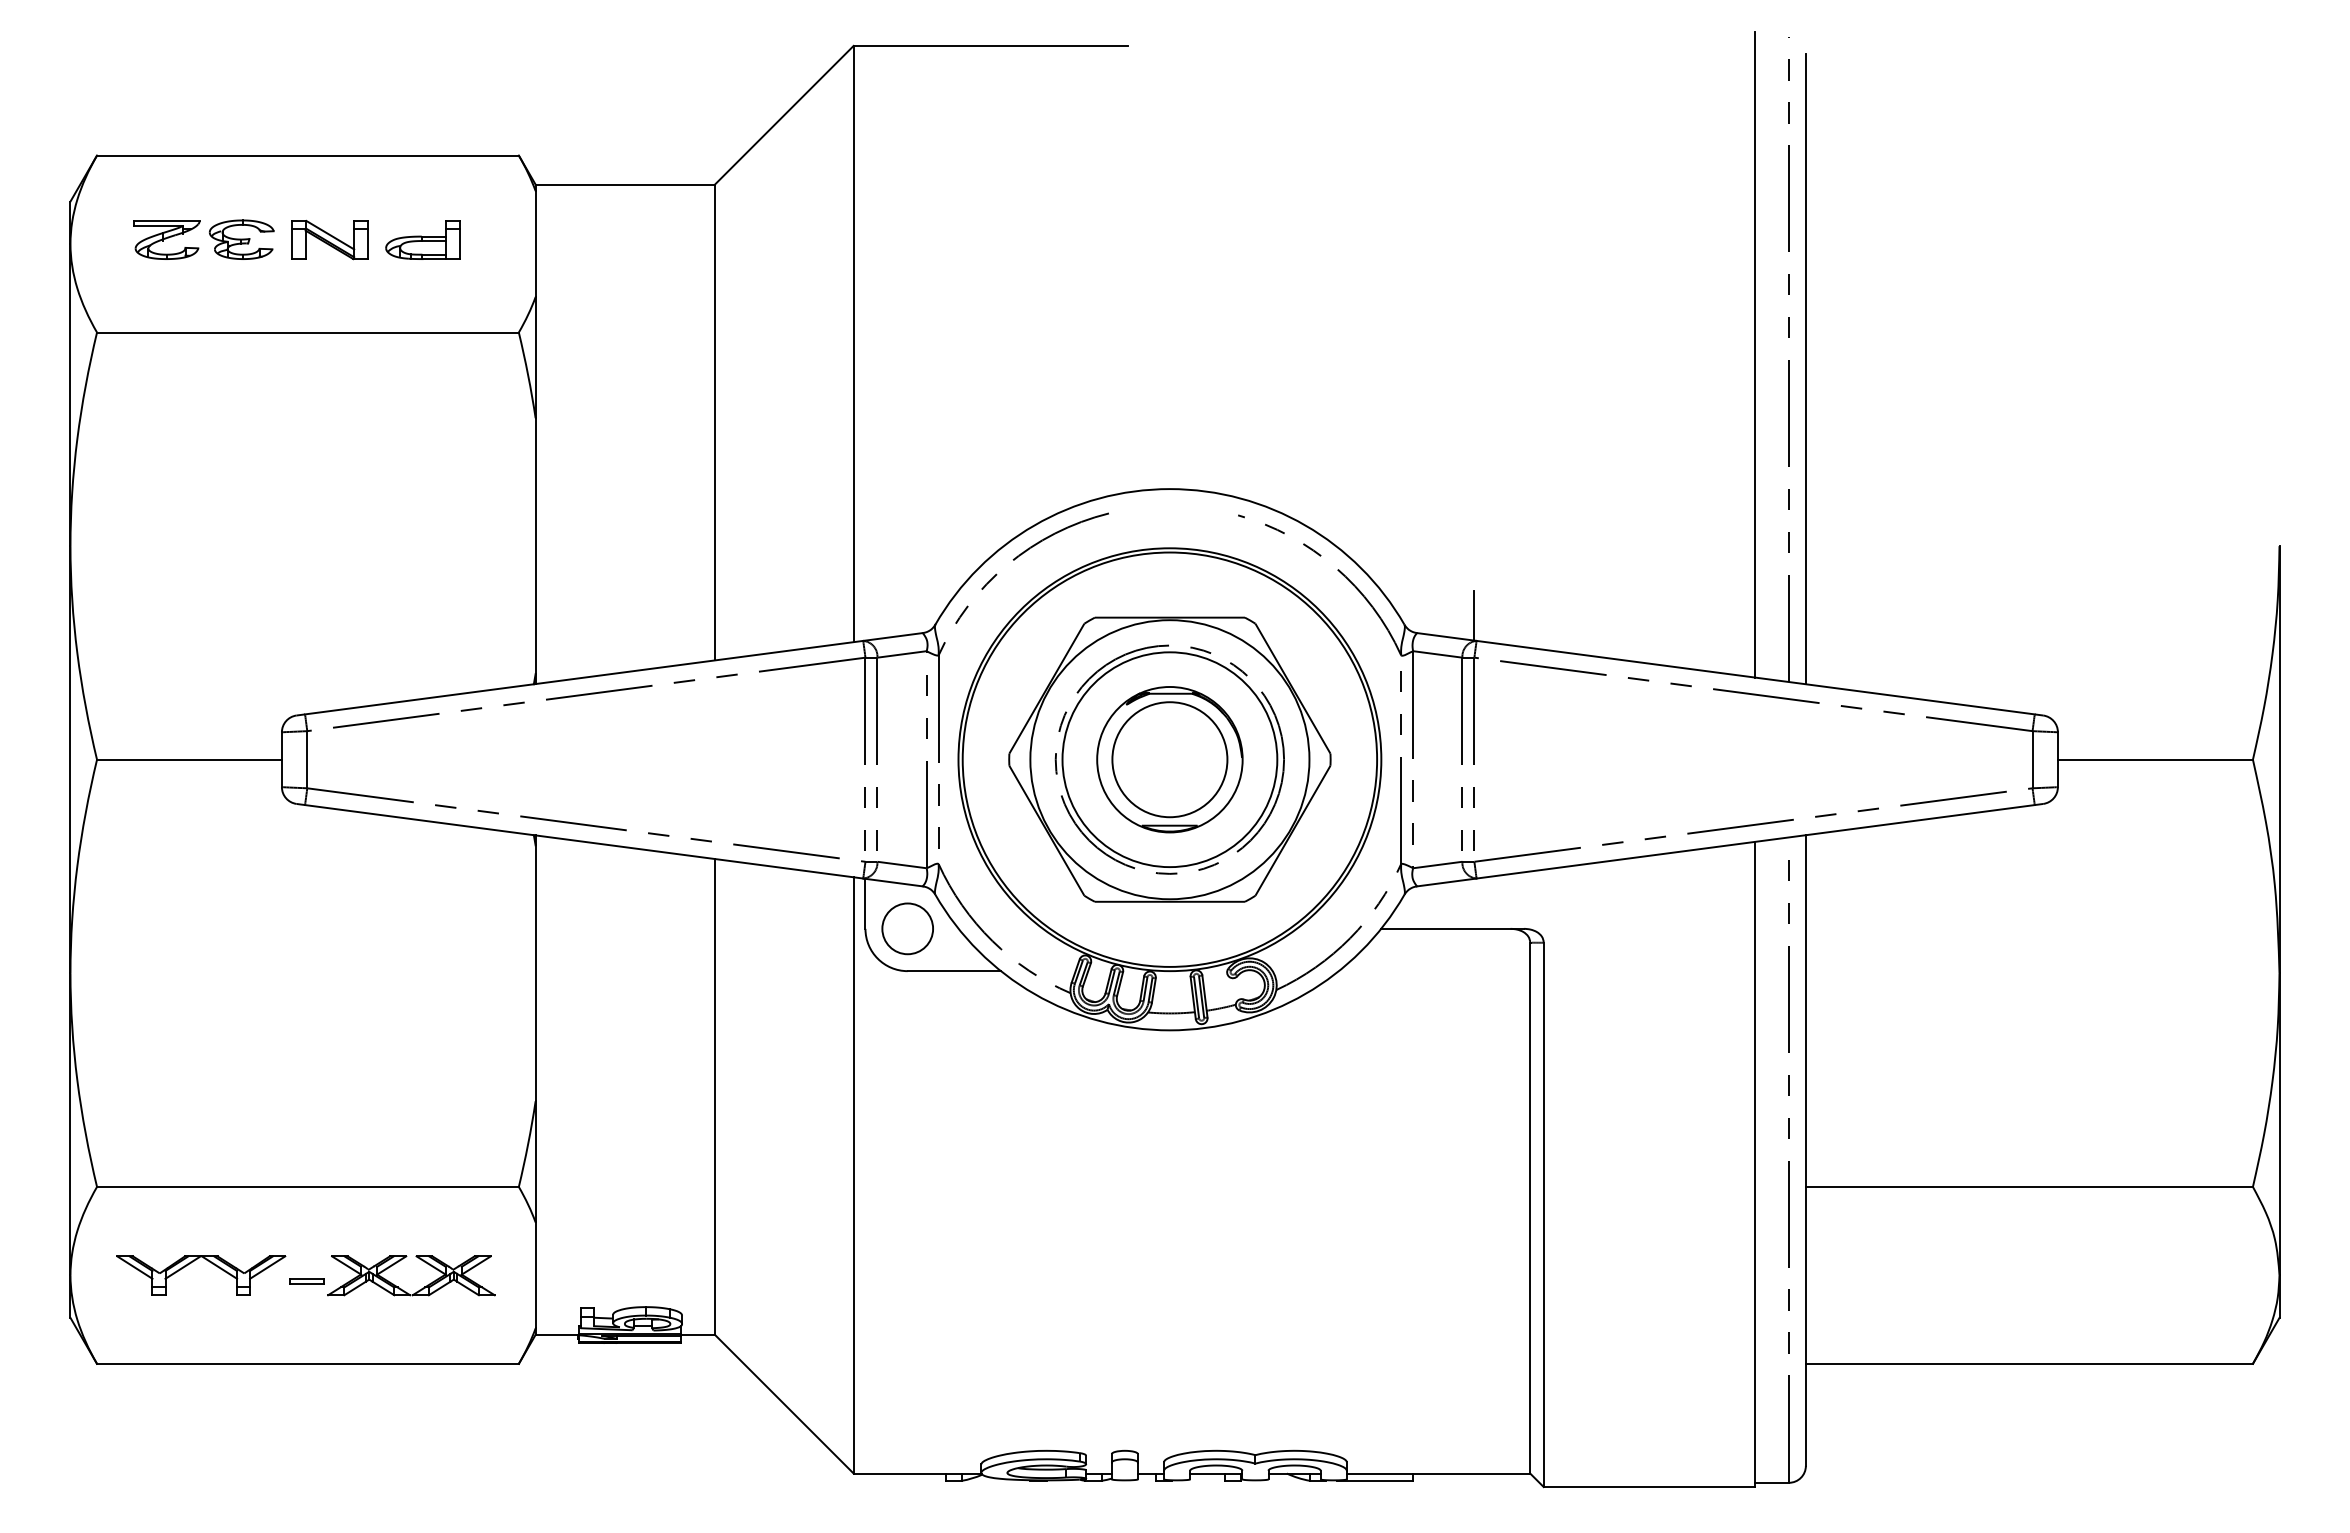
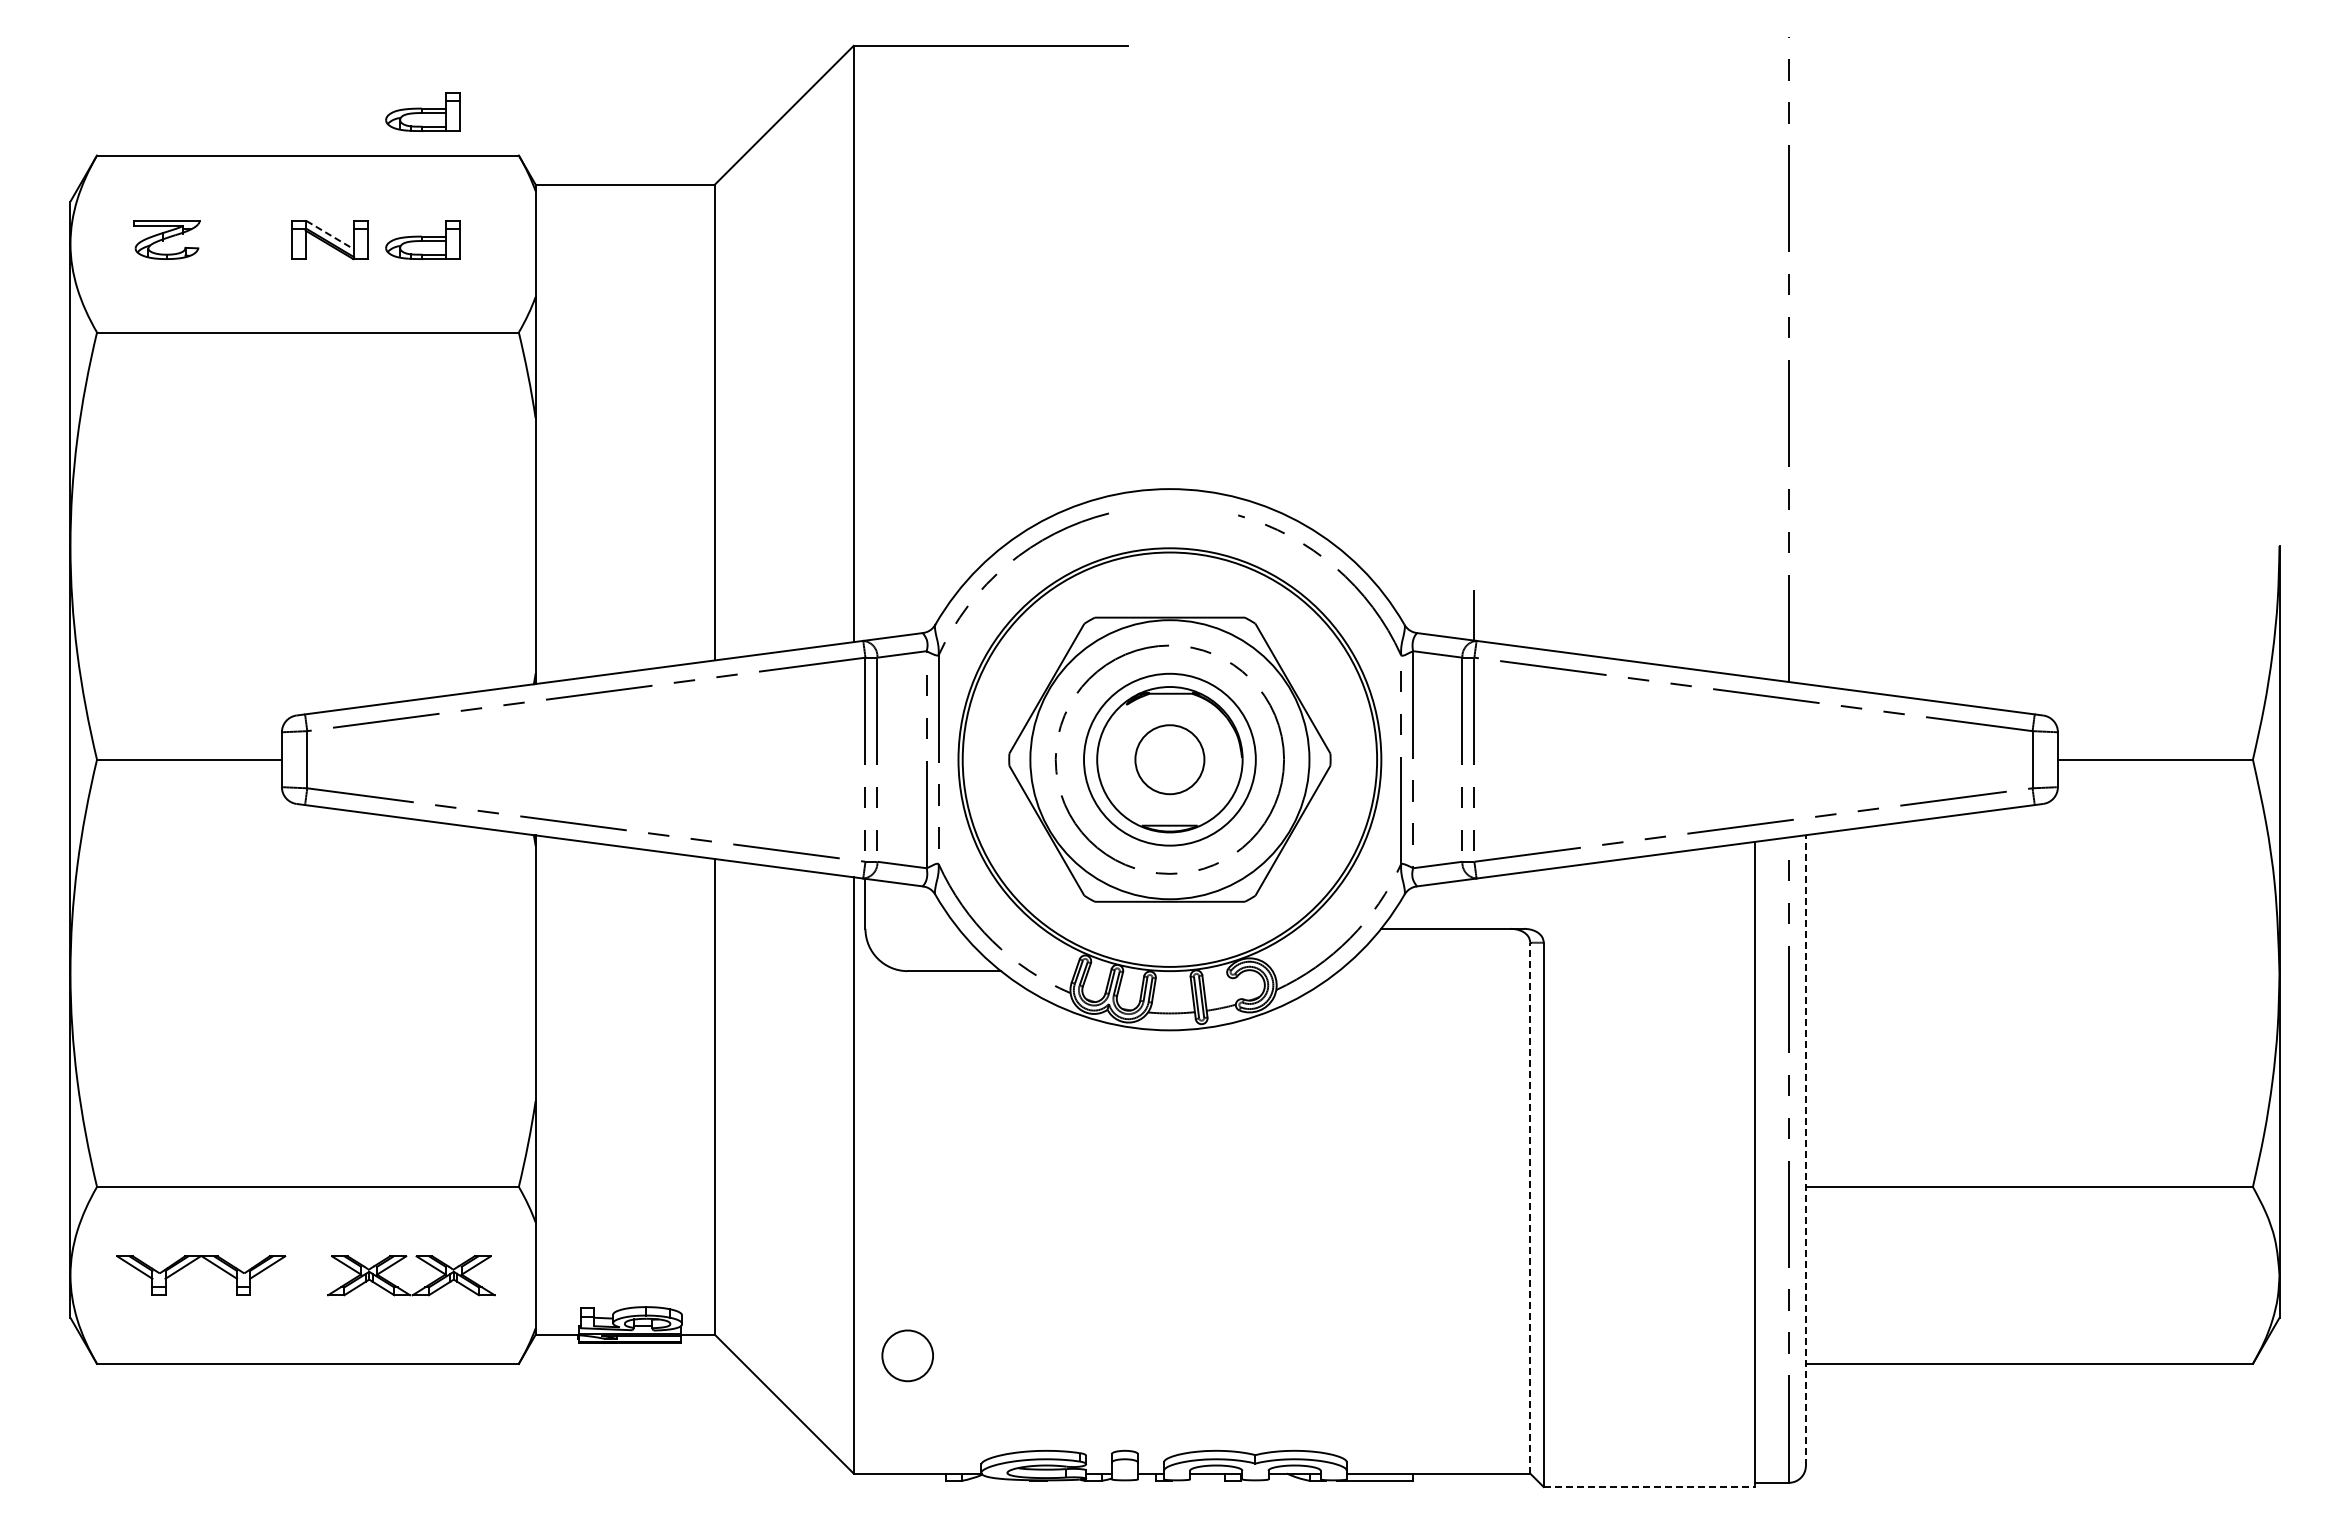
part at (422, 111): none -> present
line at (330, 235): solid -> dashed
part at (241, 239): present -> none
line at (1755, 354): present -> none
line at (1805, 368): present -> none
circle at (1169, 759) diameter: 115 px -> 69 px
circle at (1169, 759) diameter: 215 px -> 172 px
circle at (907, 928) position: (907, 928) -> (907, 1355)
line at (1805, 1150): solid -> dashed
line at (1530, 1207): solid -> dashed
part at (306, 1281): present -> none
line at (1649, 1487): solid -> dashed
